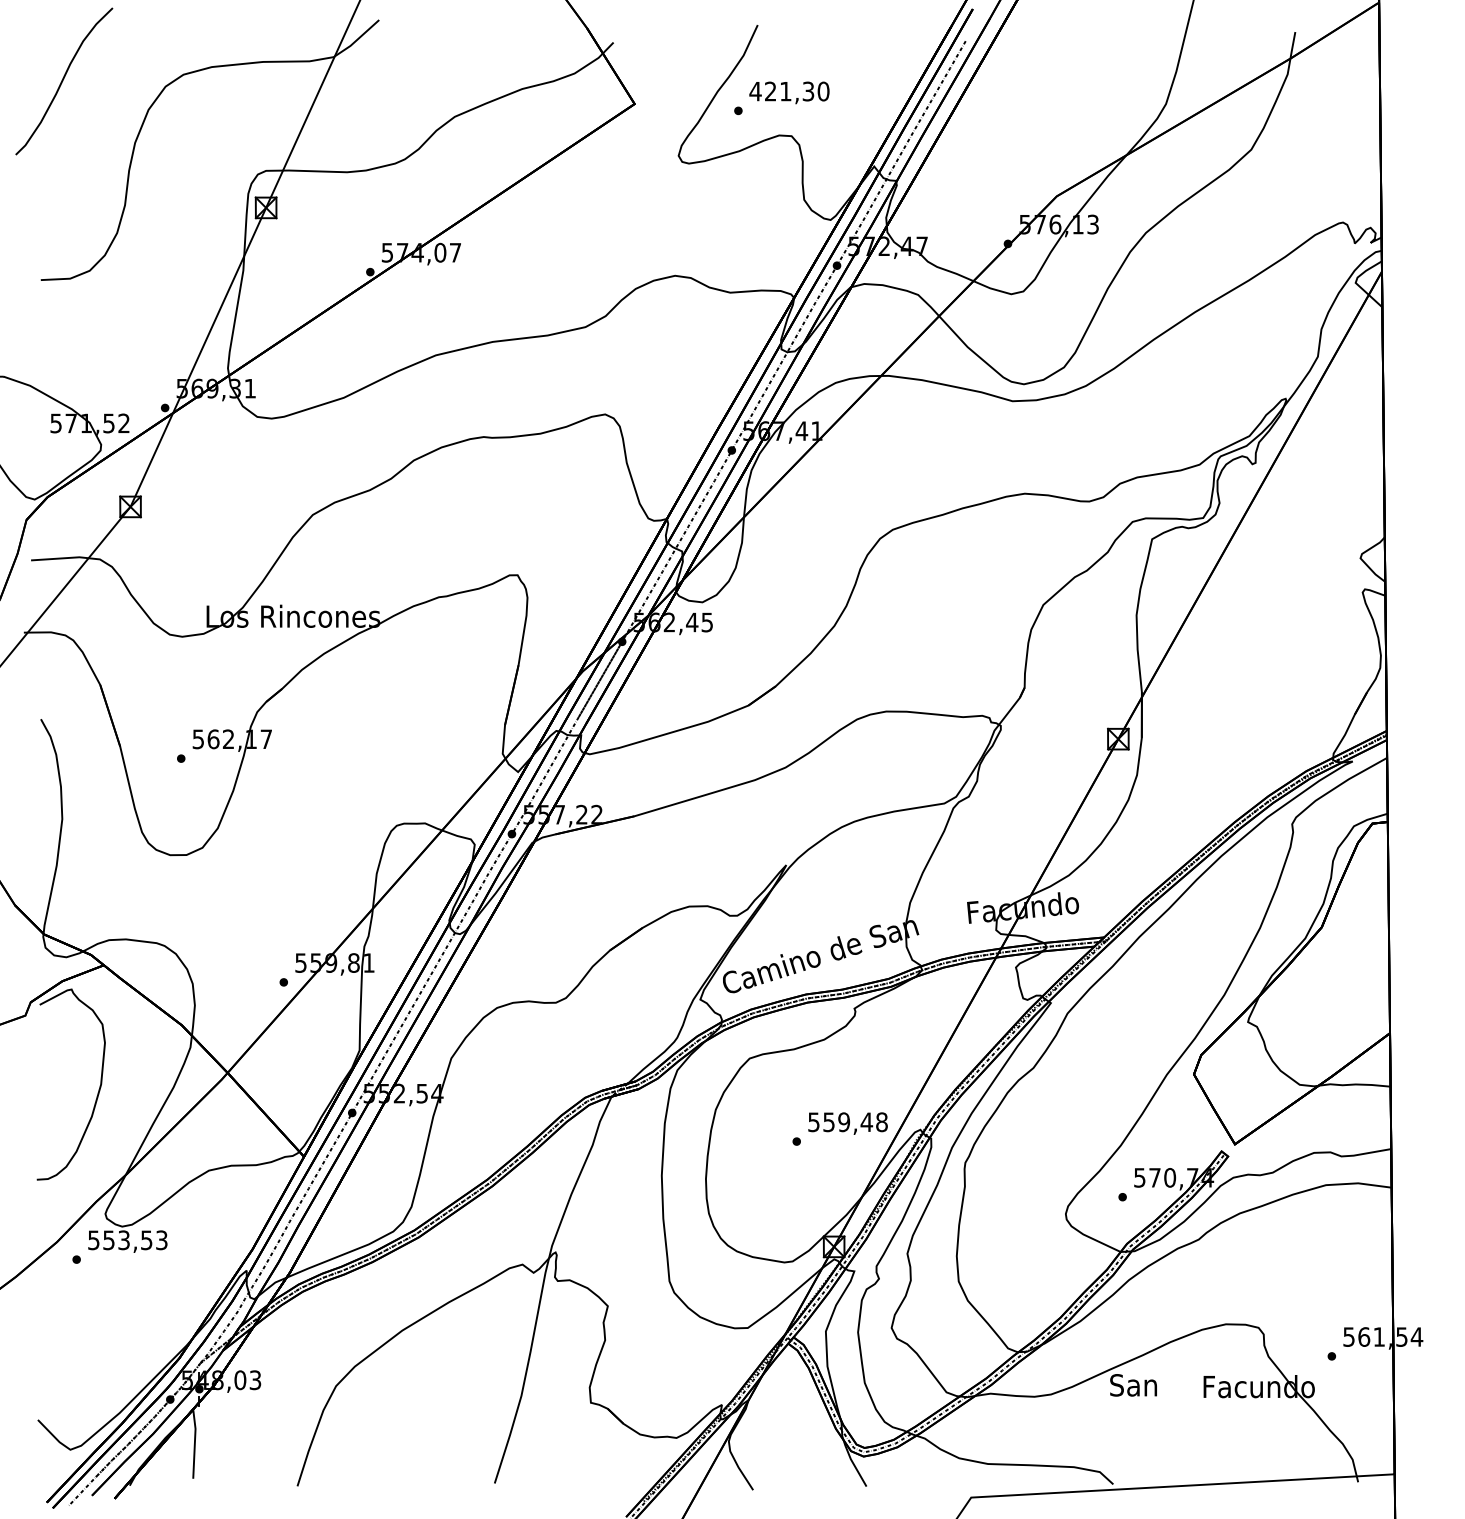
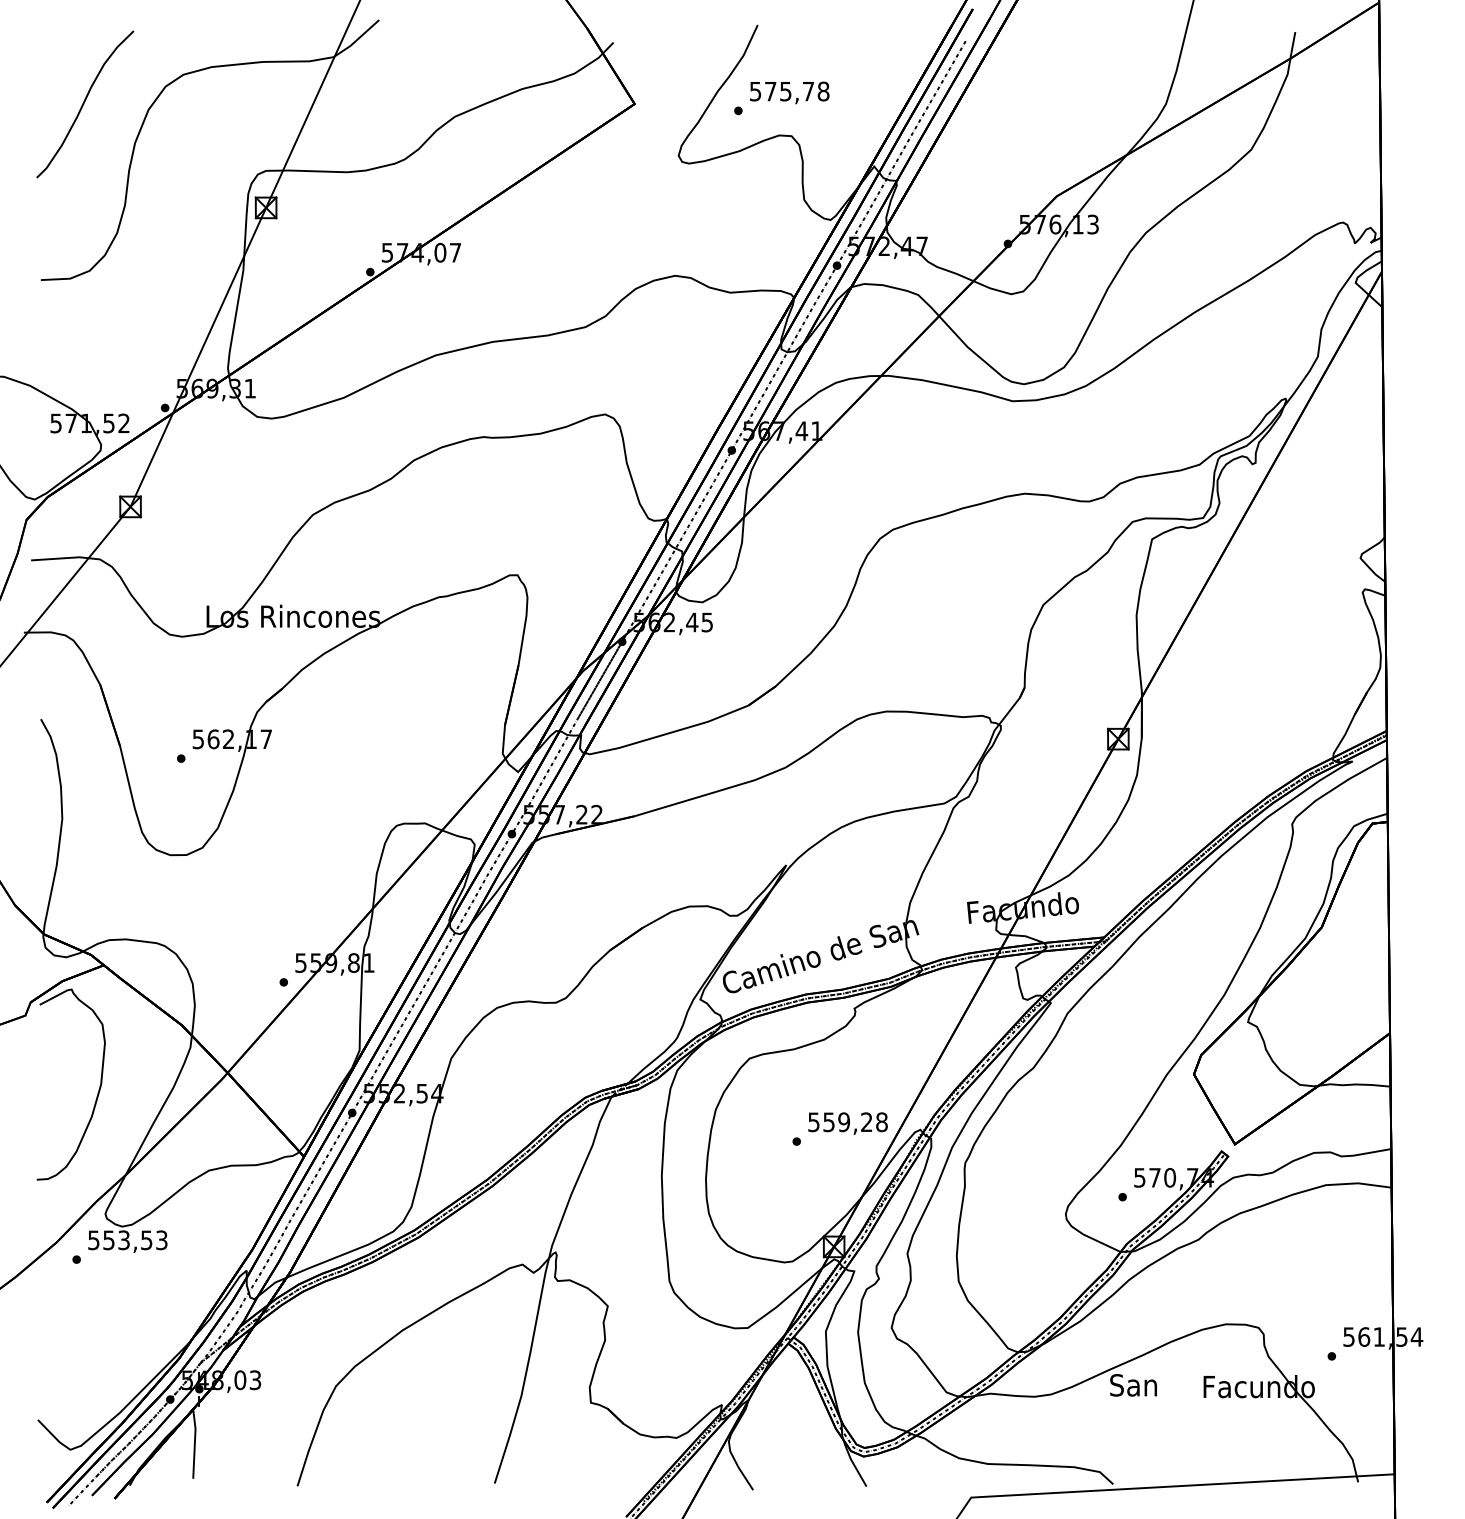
curve at (63, 81) position: (63, 81) -> (84, 104)
text at (789, 91): 421,30 -> 575,78
text at (866, 1121): 559,48 -> 559,28
